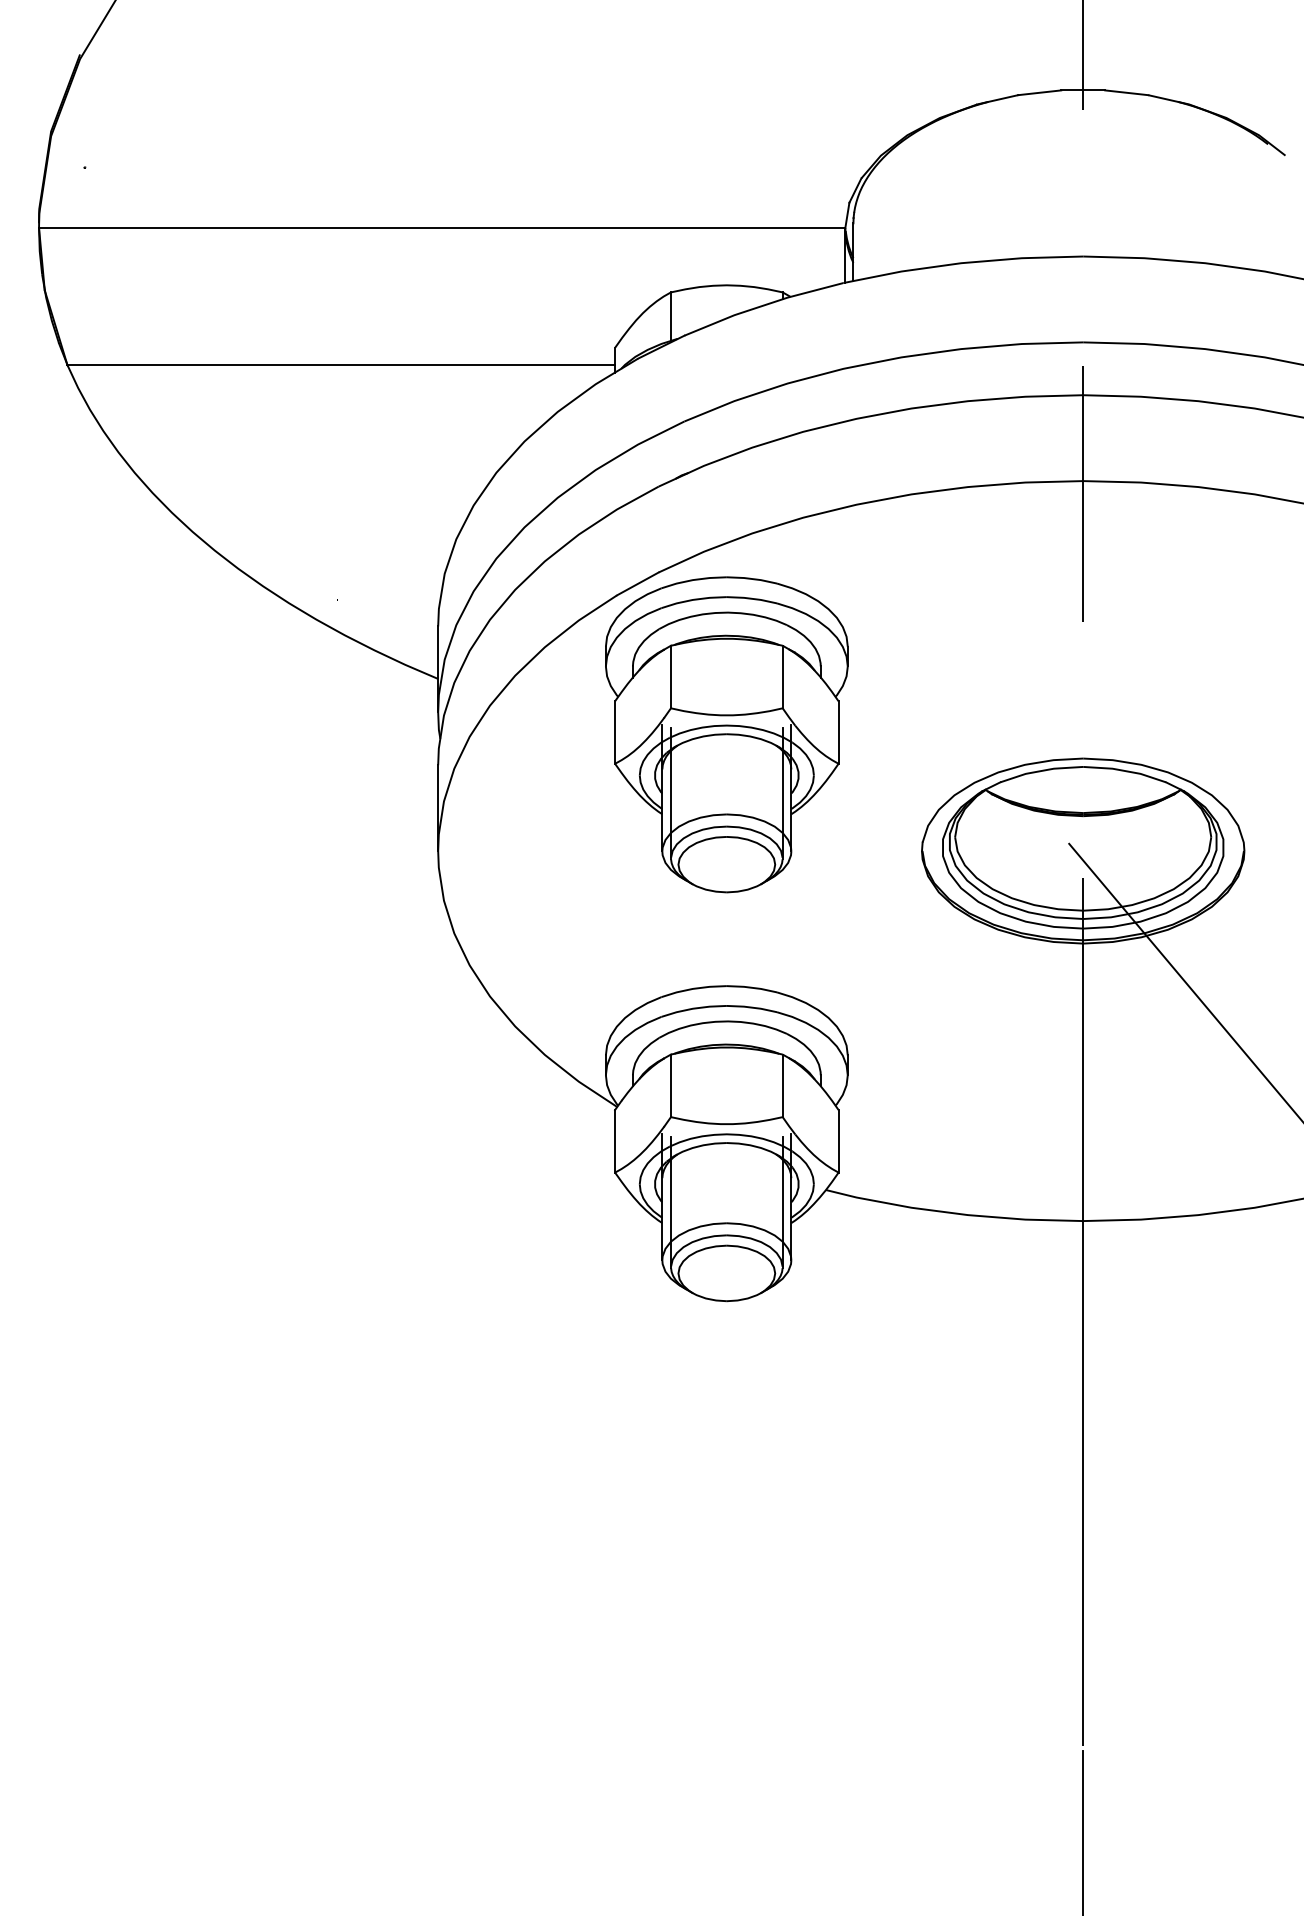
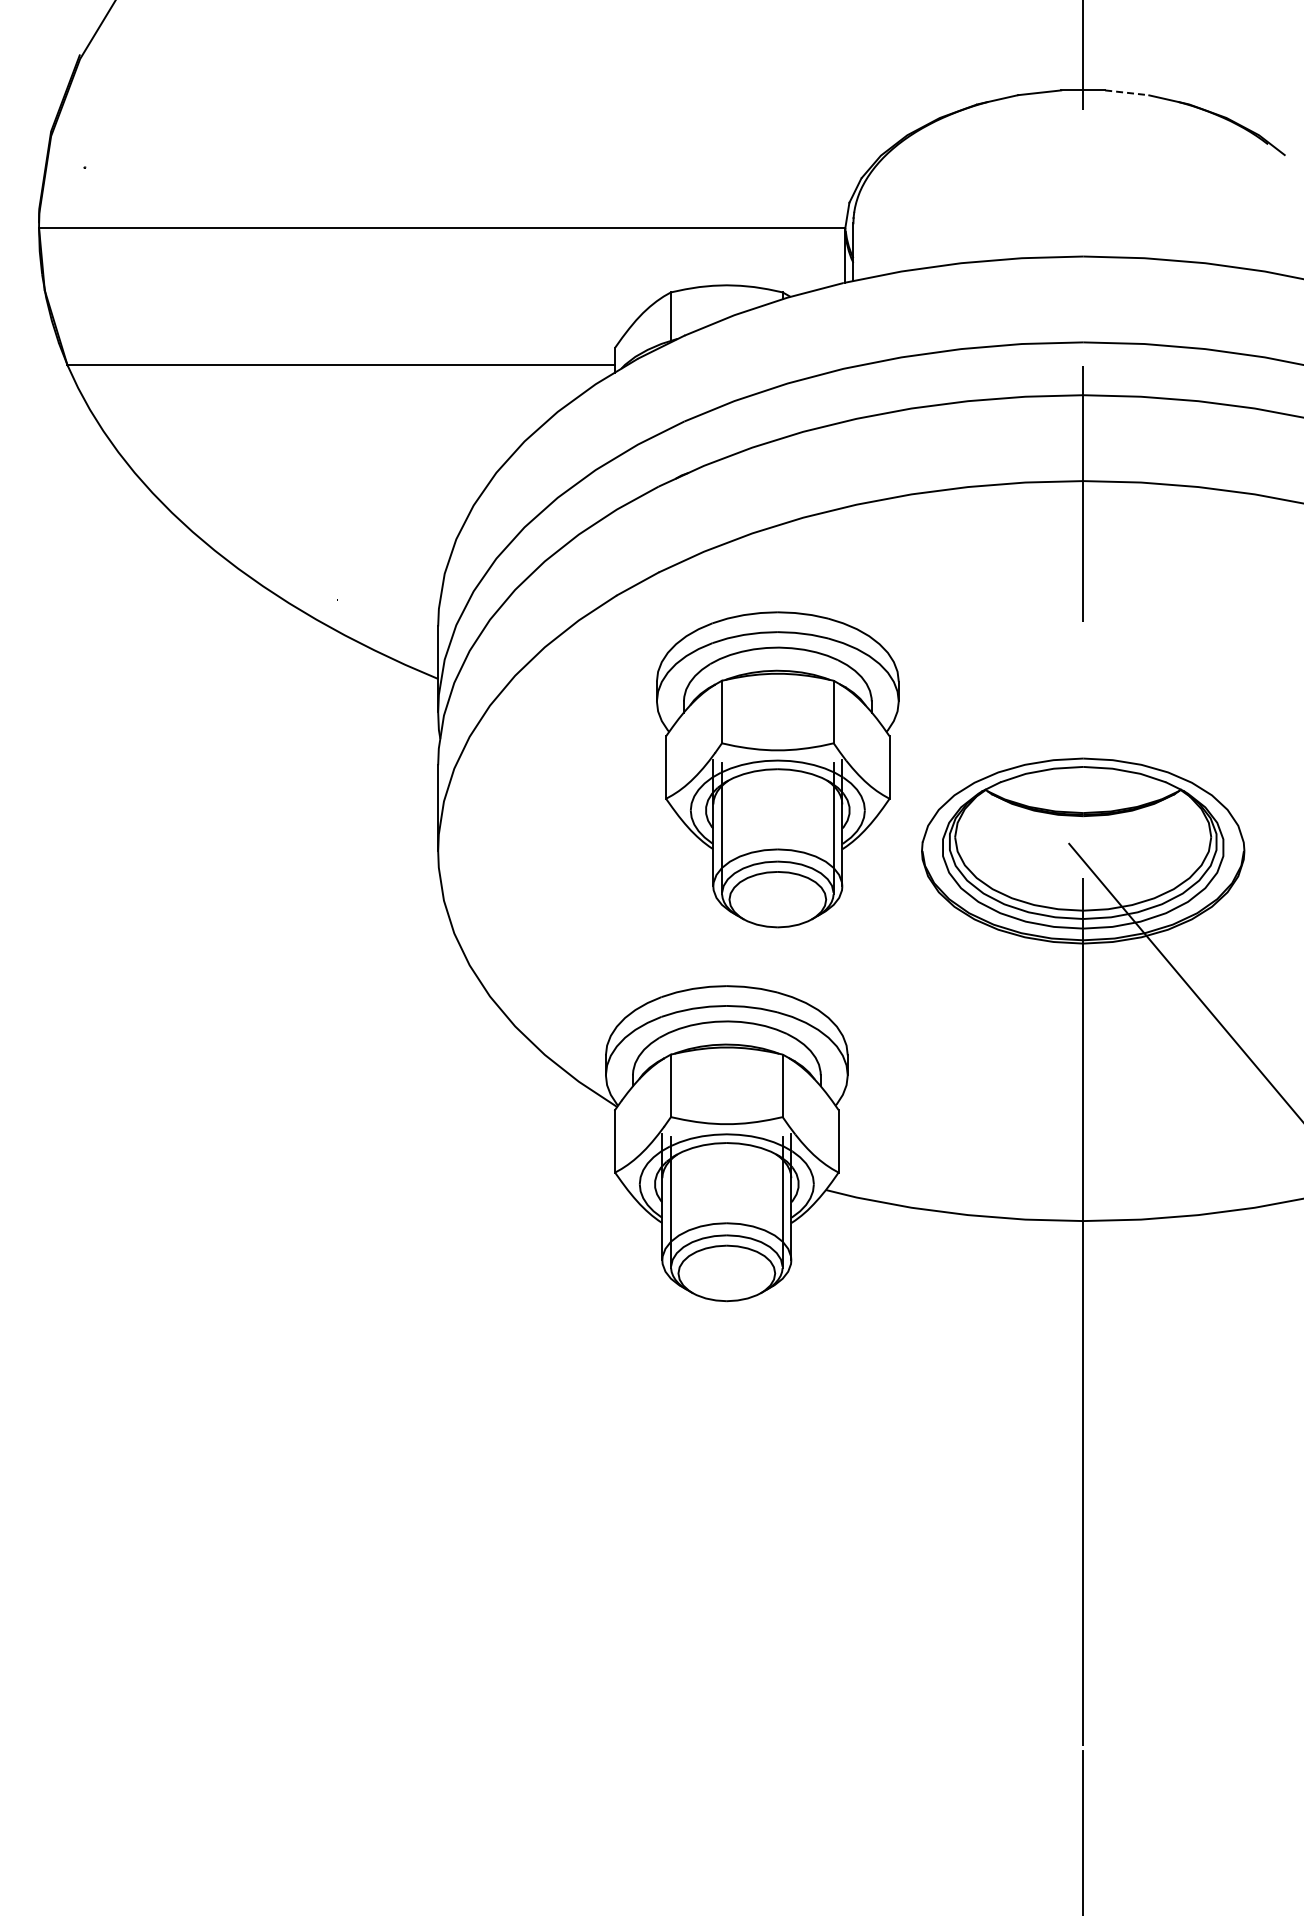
line at (1126, 92): solid -> dashed
part at (726, 734) position: (726, 734) -> (777, 769)
